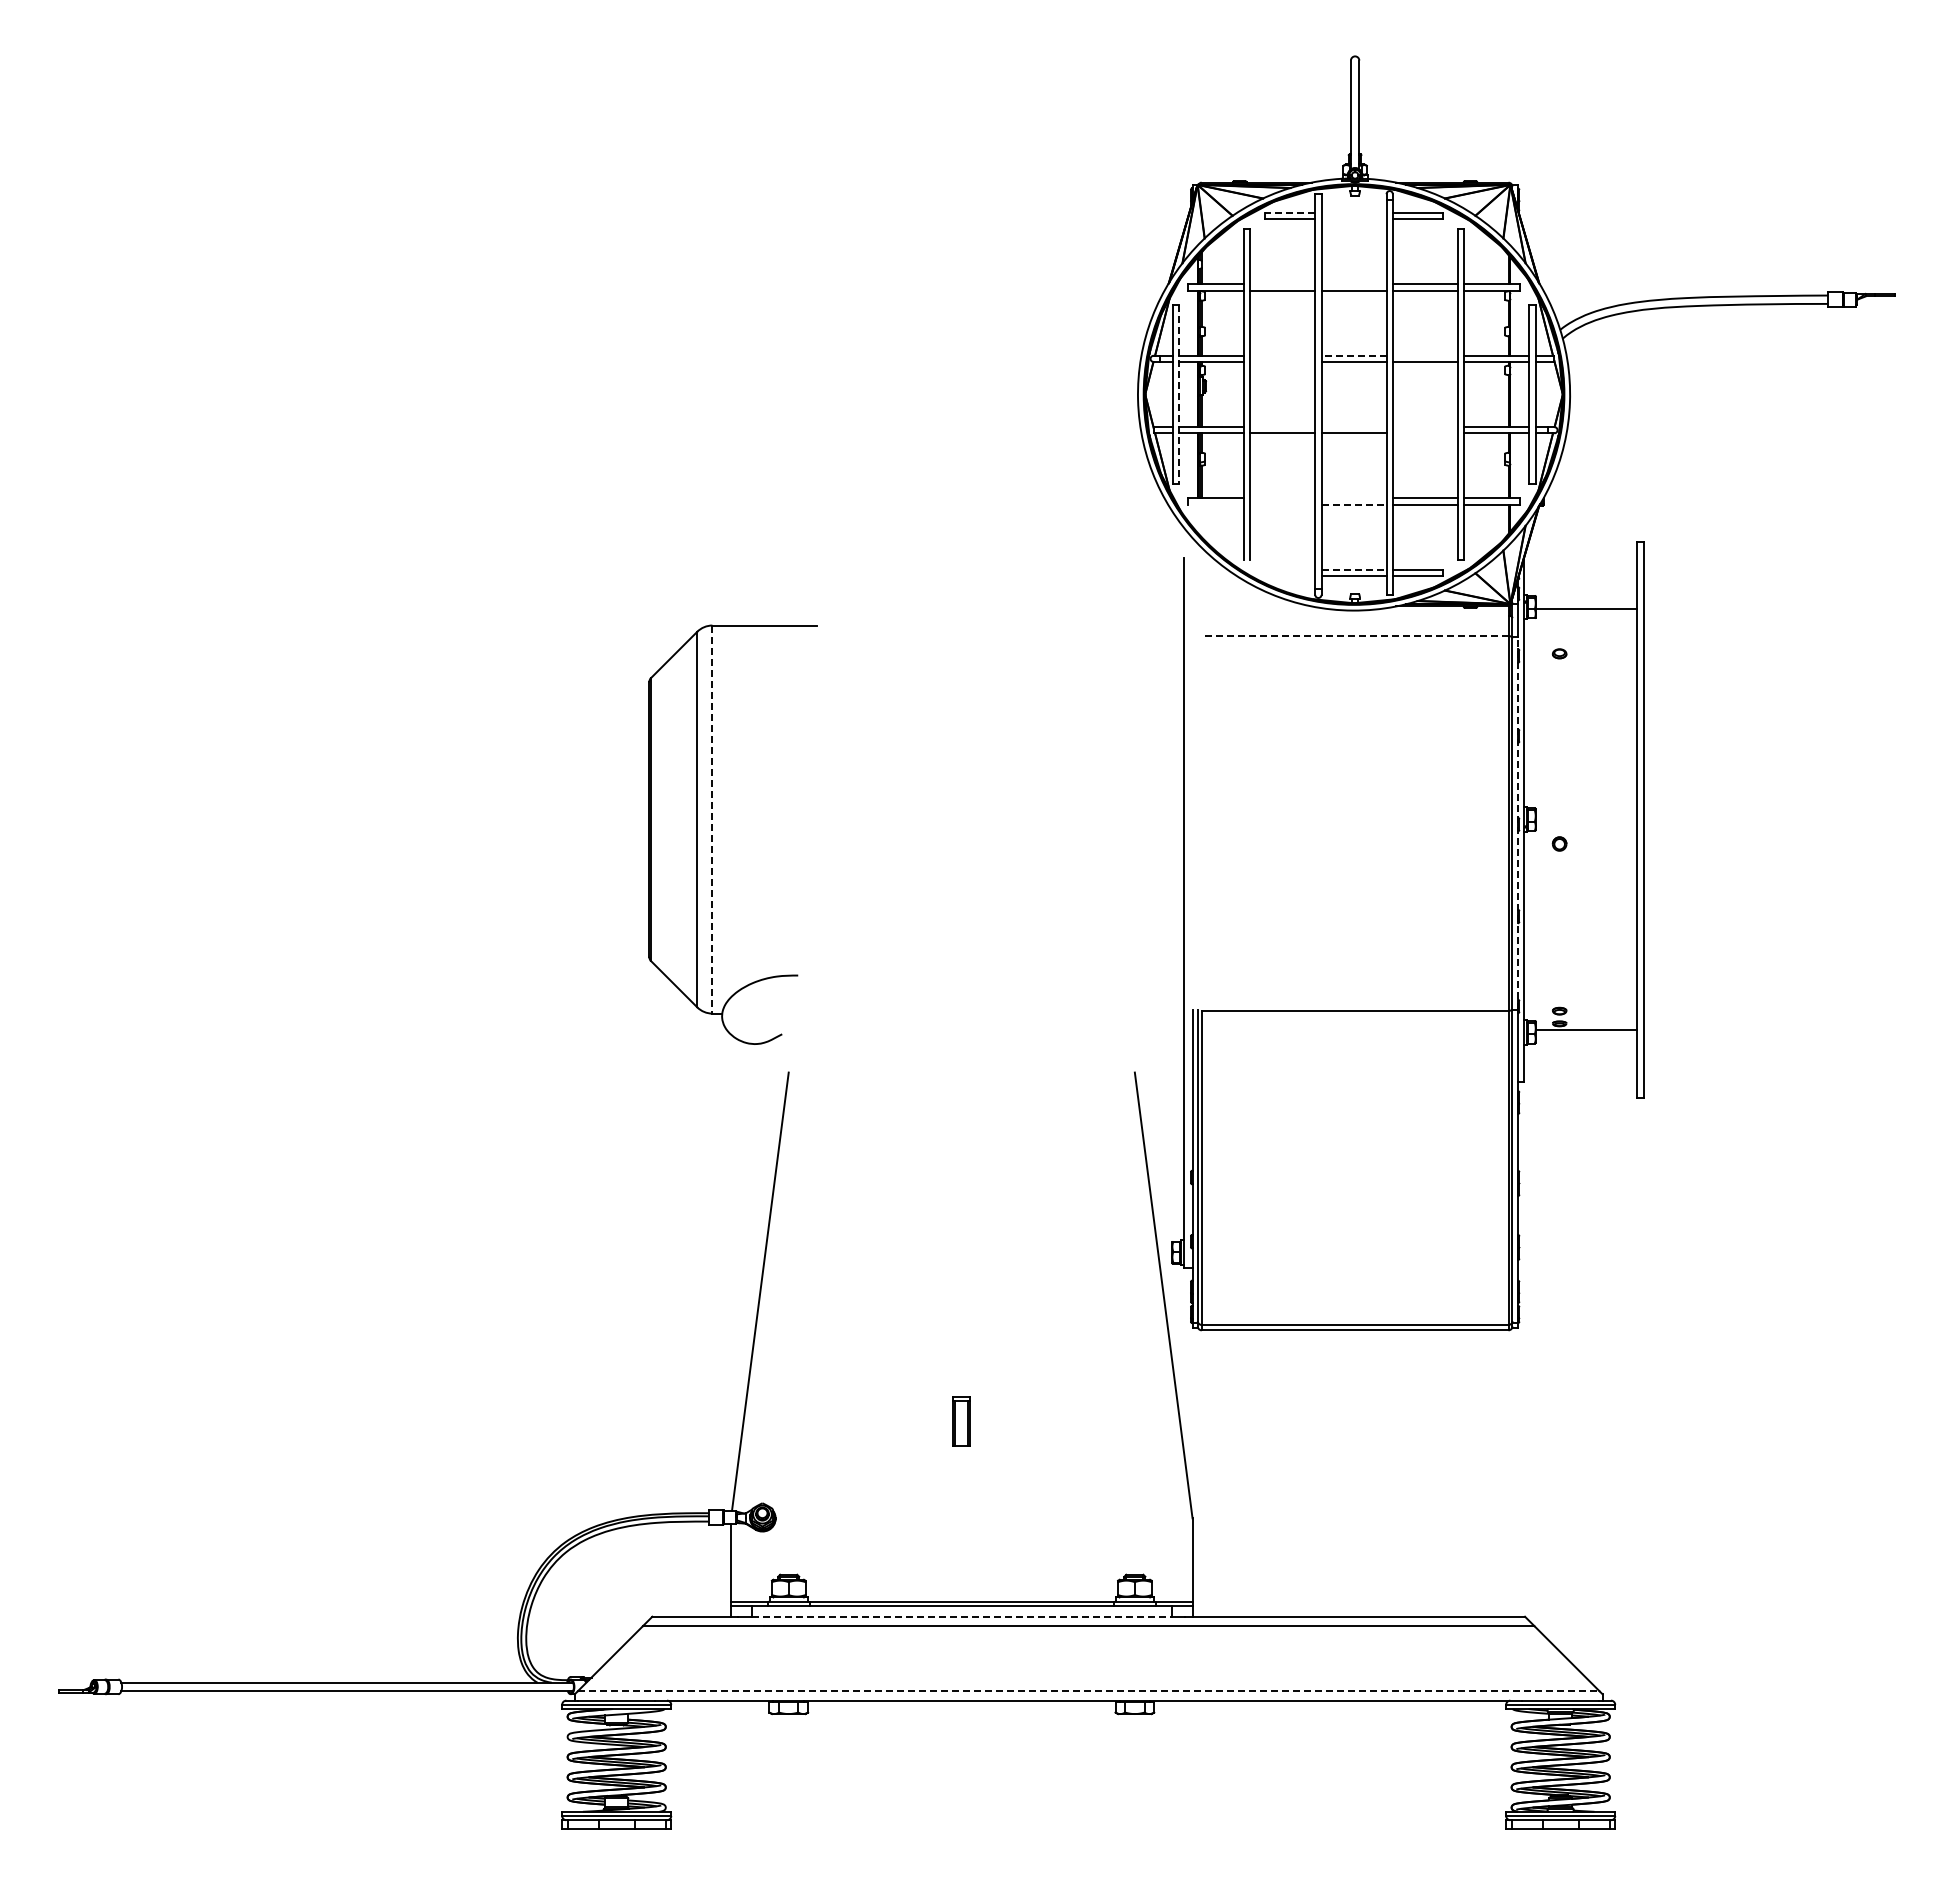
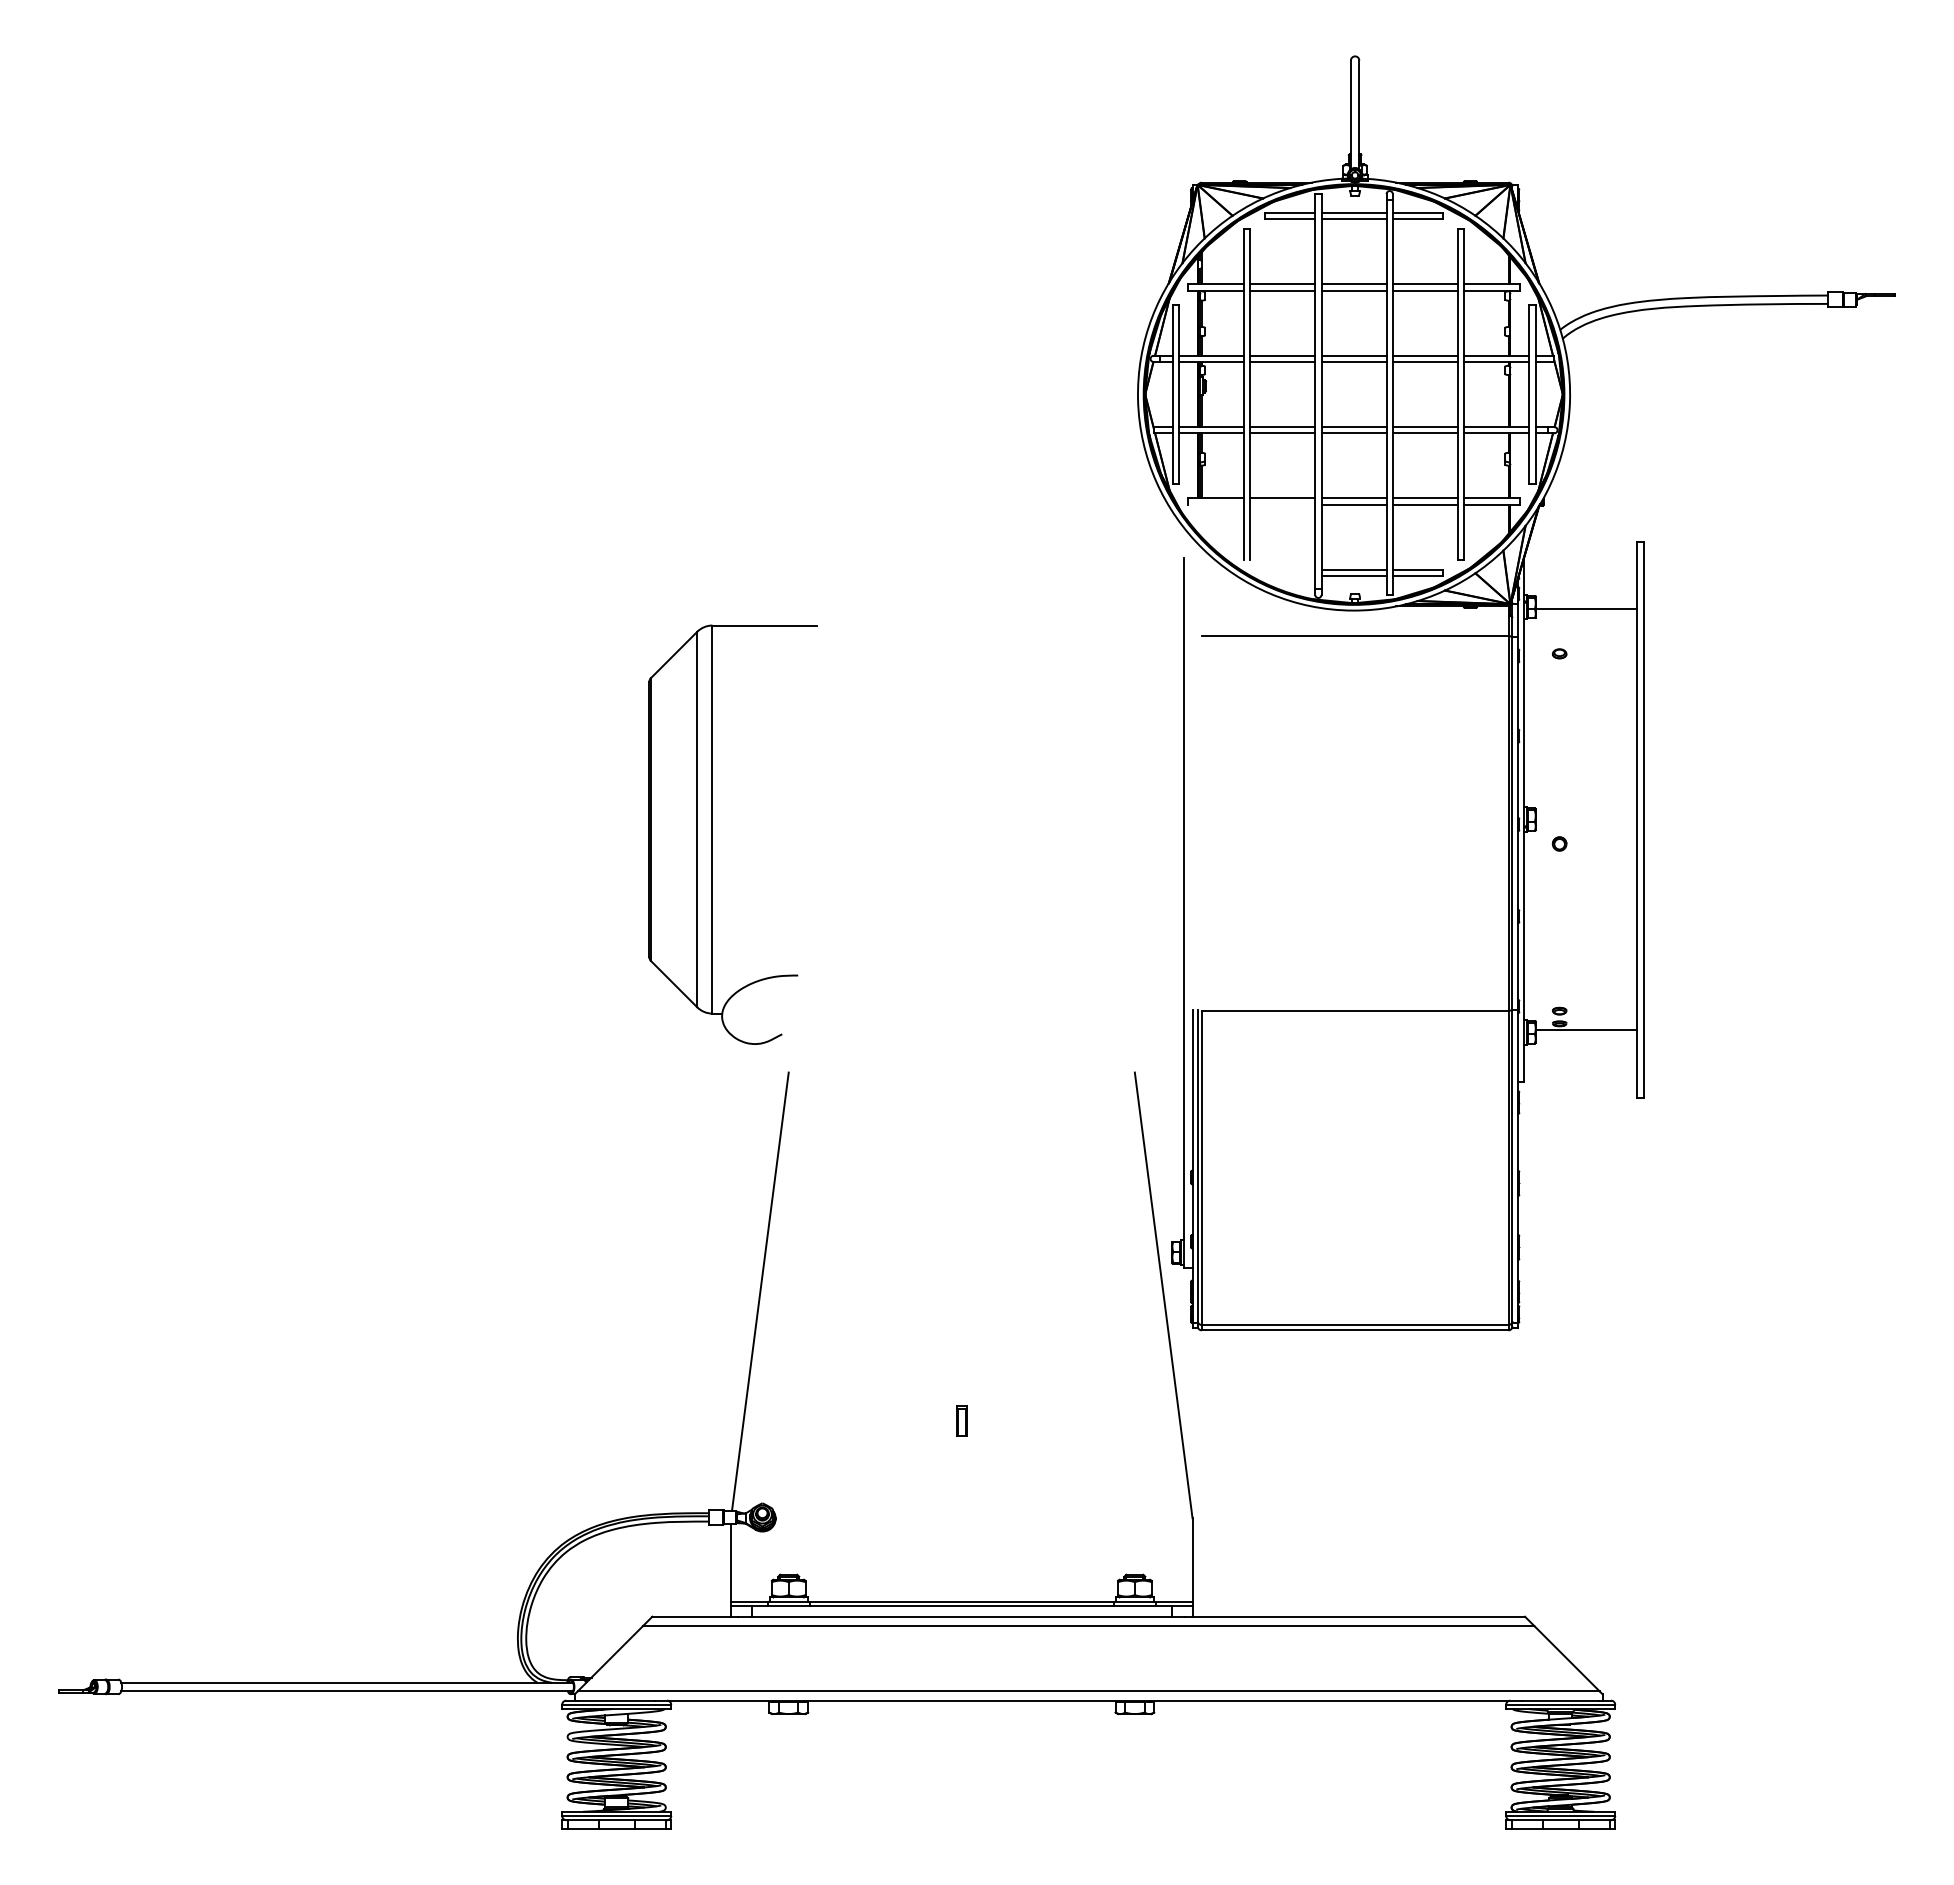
line at (1289, 213): dashed -> solid
line at (1353, 213): none -> present
line at (1353, 219): none -> present
line at (1282, 284): none -> present
line at (1353, 284): none -> present
line at (1282, 355): none -> present
line at (1354, 355): dashed -> solid
line at (1424, 355): none -> present
line at (1282, 362): none -> present
line at (1178, 395): dashed -> solid
line at (1282, 427): none -> present
line at (1353, 427): none -> present
line at (1424, 427): none -> present
line at (1424, 433): none -> present
line at (1282, 498): none -> present
line at (1353, 498): none -> present
line at (1354, 504): dashed -> solid
line at (1354, 569): dashed -> solid
line at (1354, 636): dashed -> solid
line at (712, 820): dashed -> solid
line at (1517, 823): dashed -> solid
part at (961, 1421) size: 19x51 px -> 12x32 px
line at (961, 1616): dashed -> solid
line at (1088, 1691): dashed -> solid
